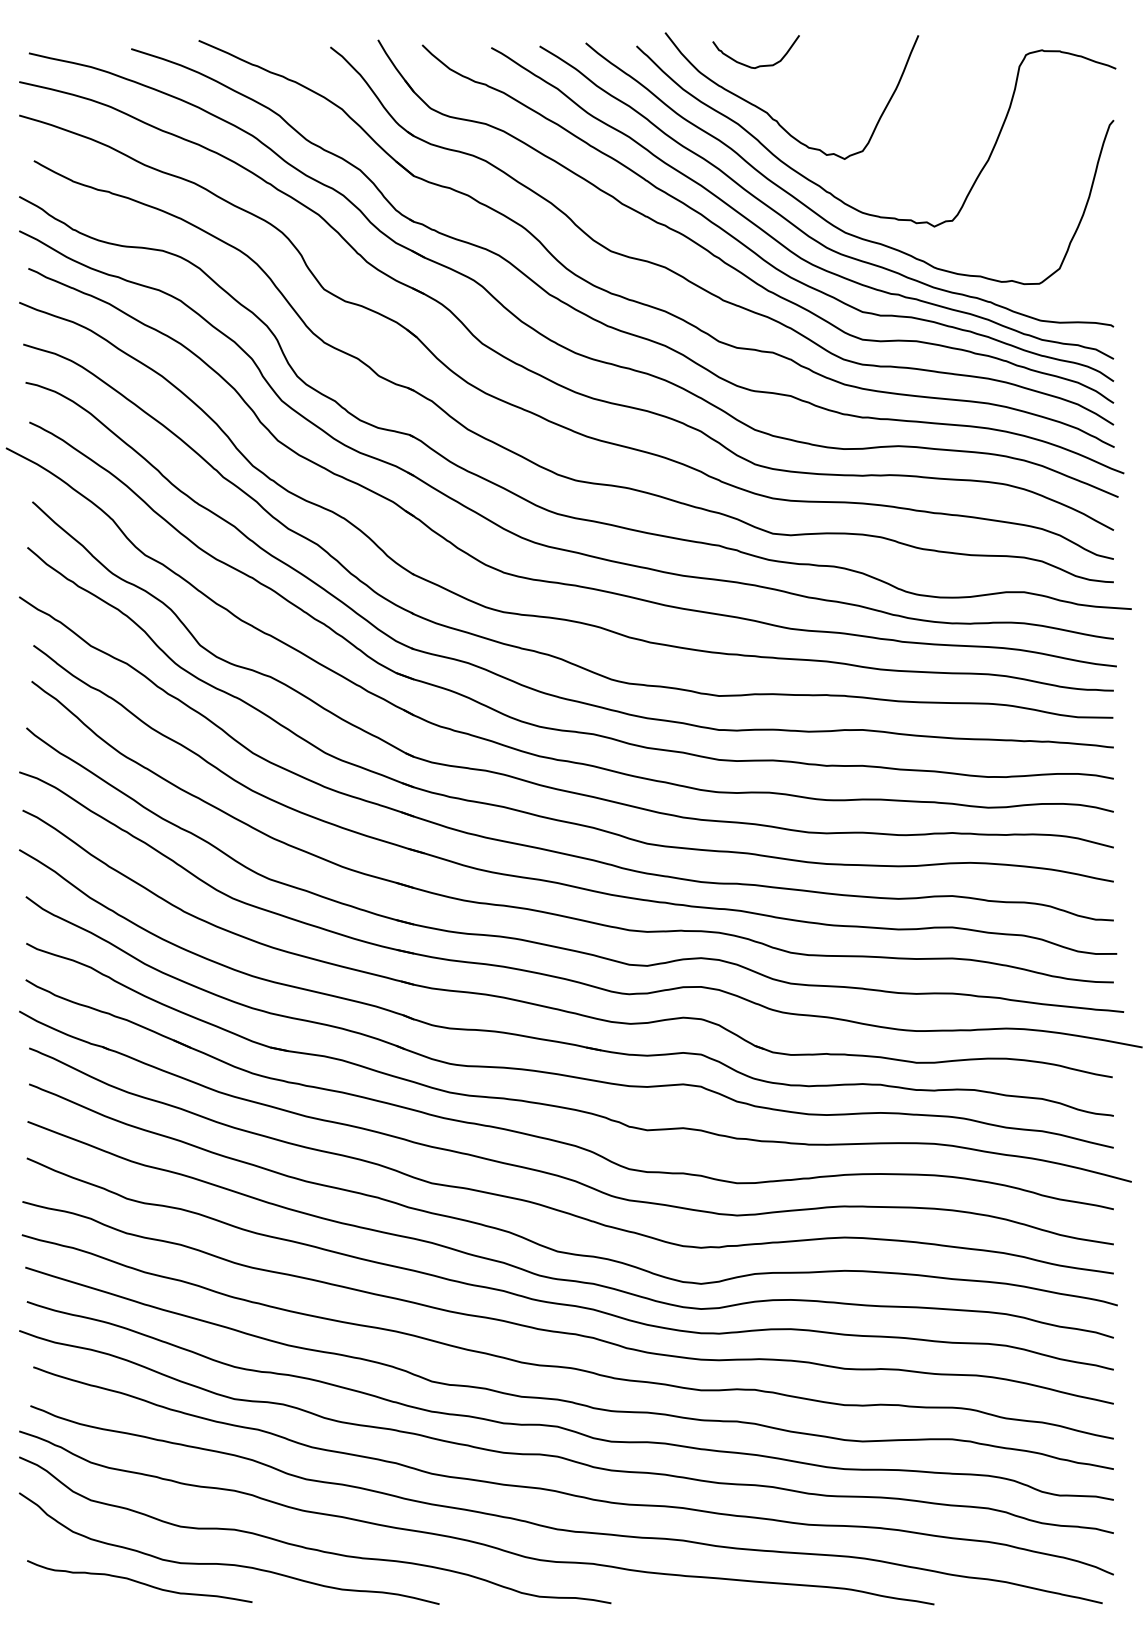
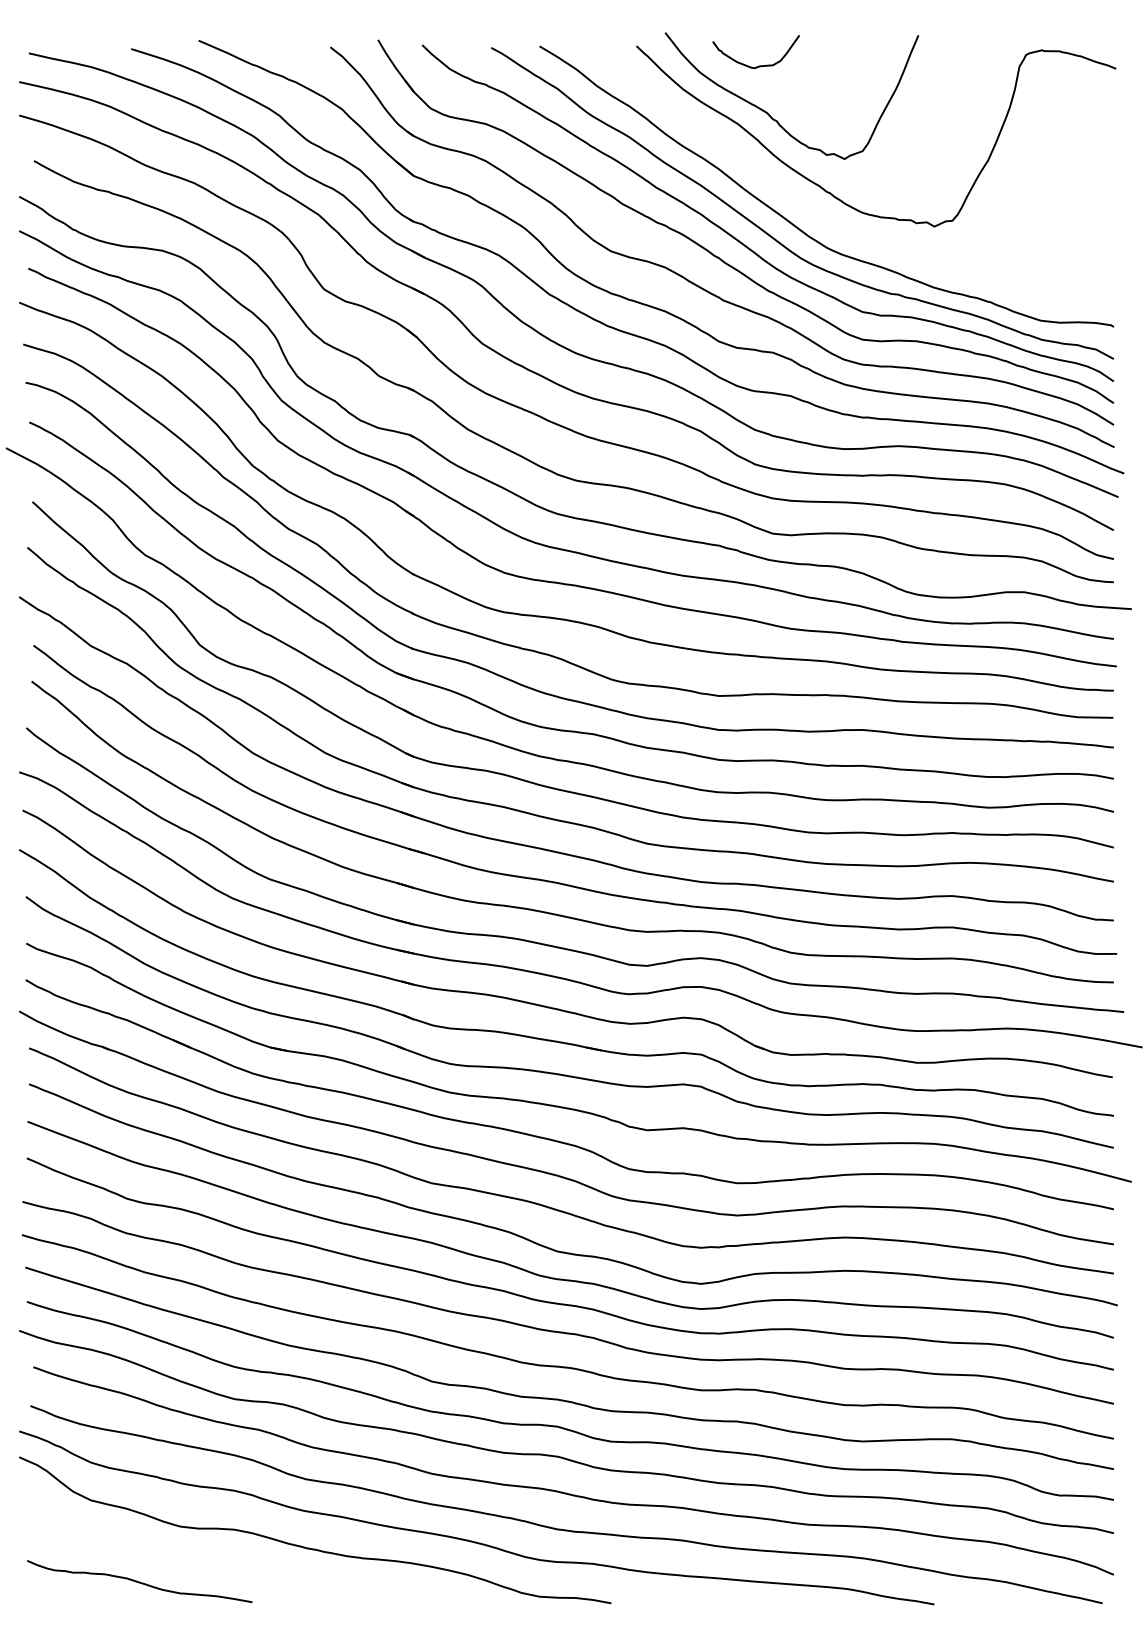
curve at (815, 211): present -> none
curve at (229, 1563): present -> none
